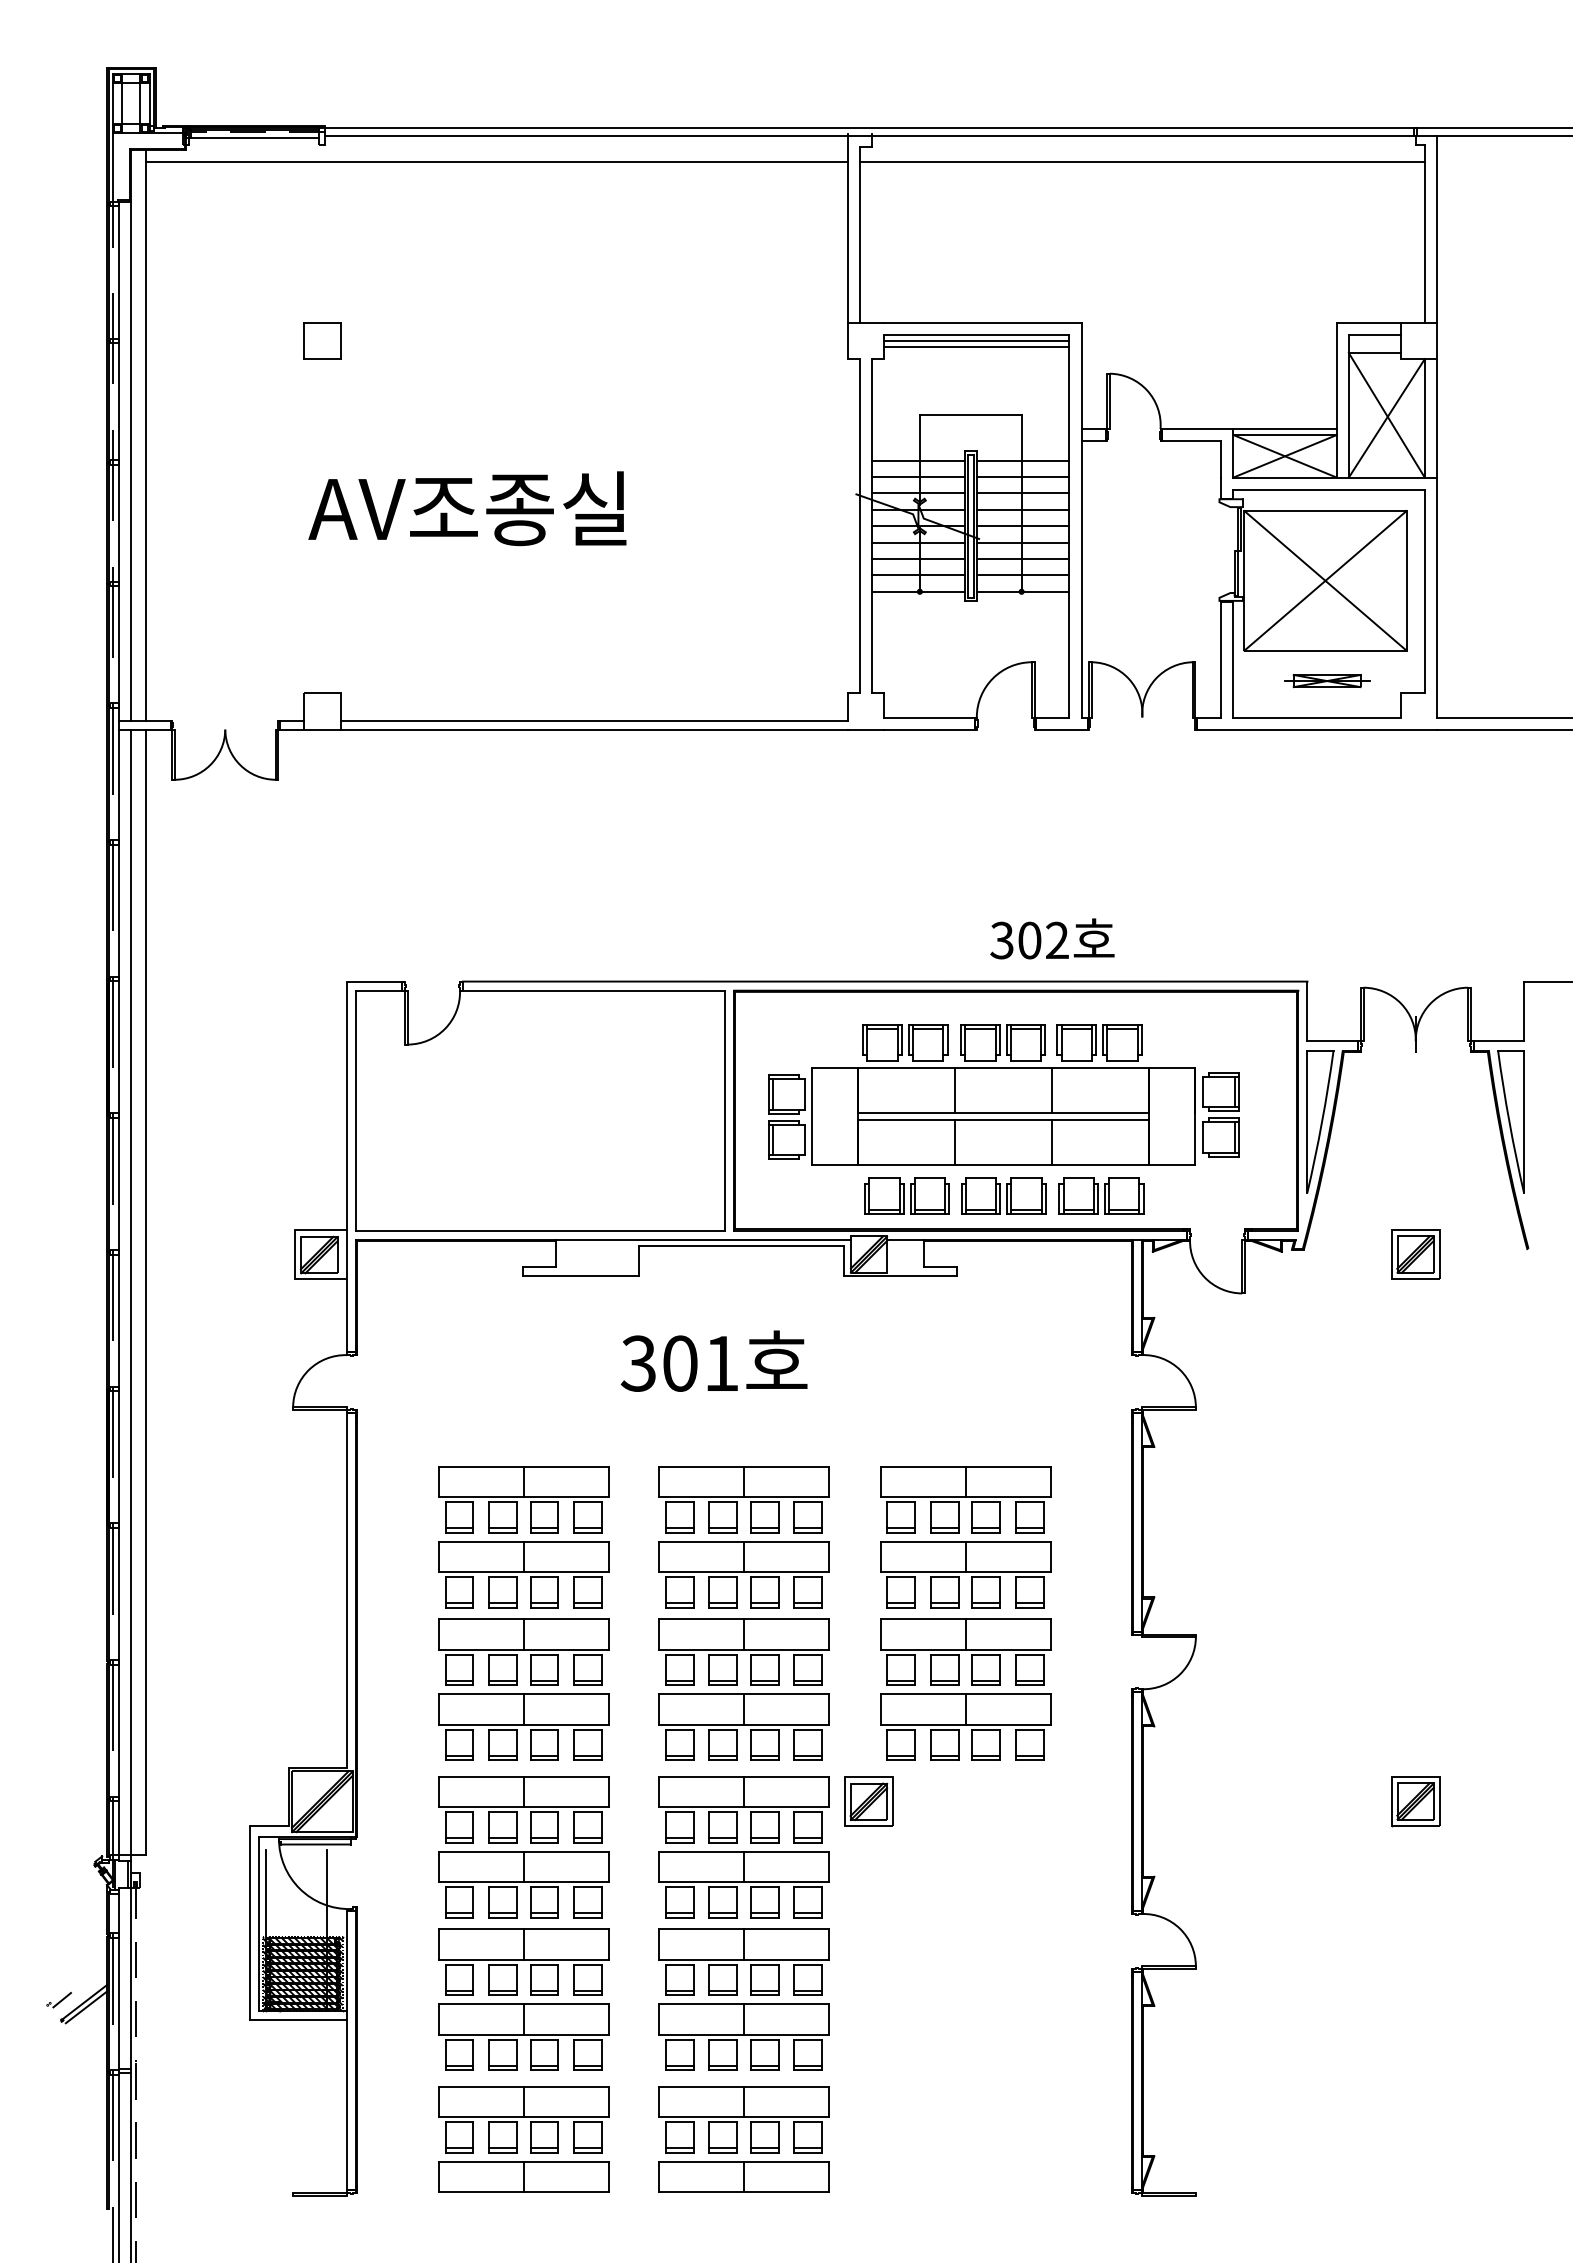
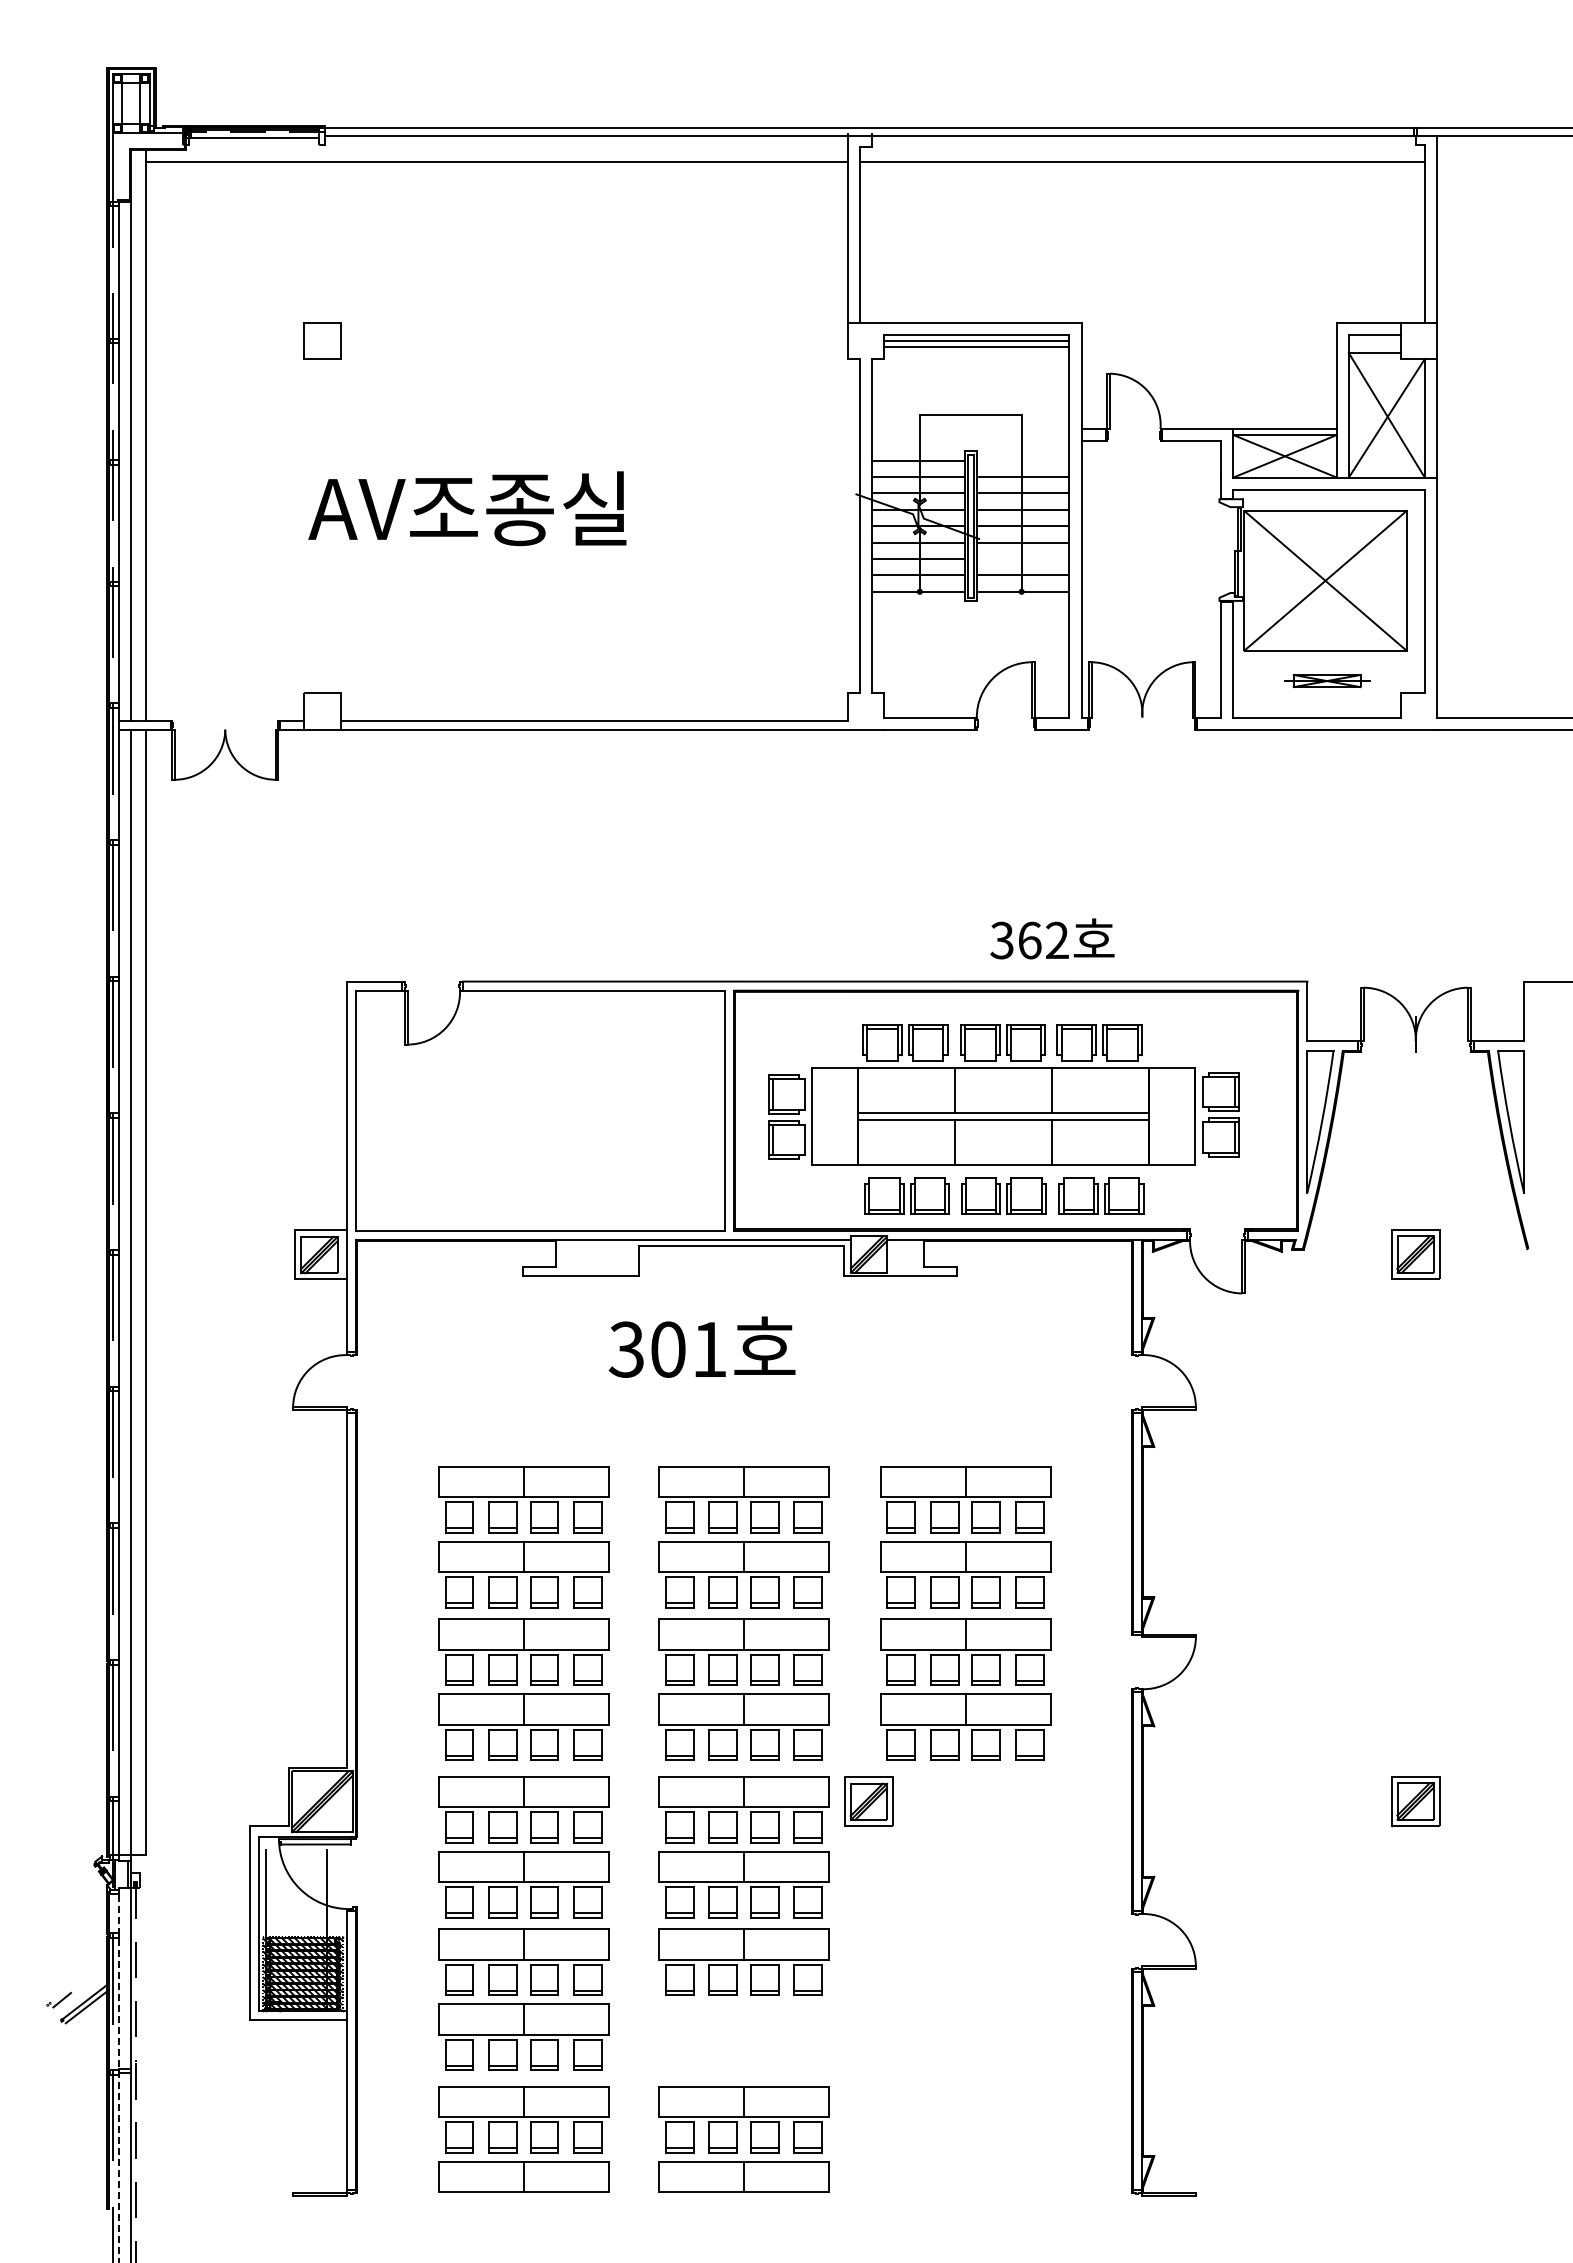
line at (1022, 460): present -> none
line at (1022, 558): present -> none
text at (1029, 940): 302 -> 362
text at (713, 1360) position: (713, 1360) -> (701, 1346)
part at (743, 2036): present -> none
line at (119, 2078): solid -> dashed
